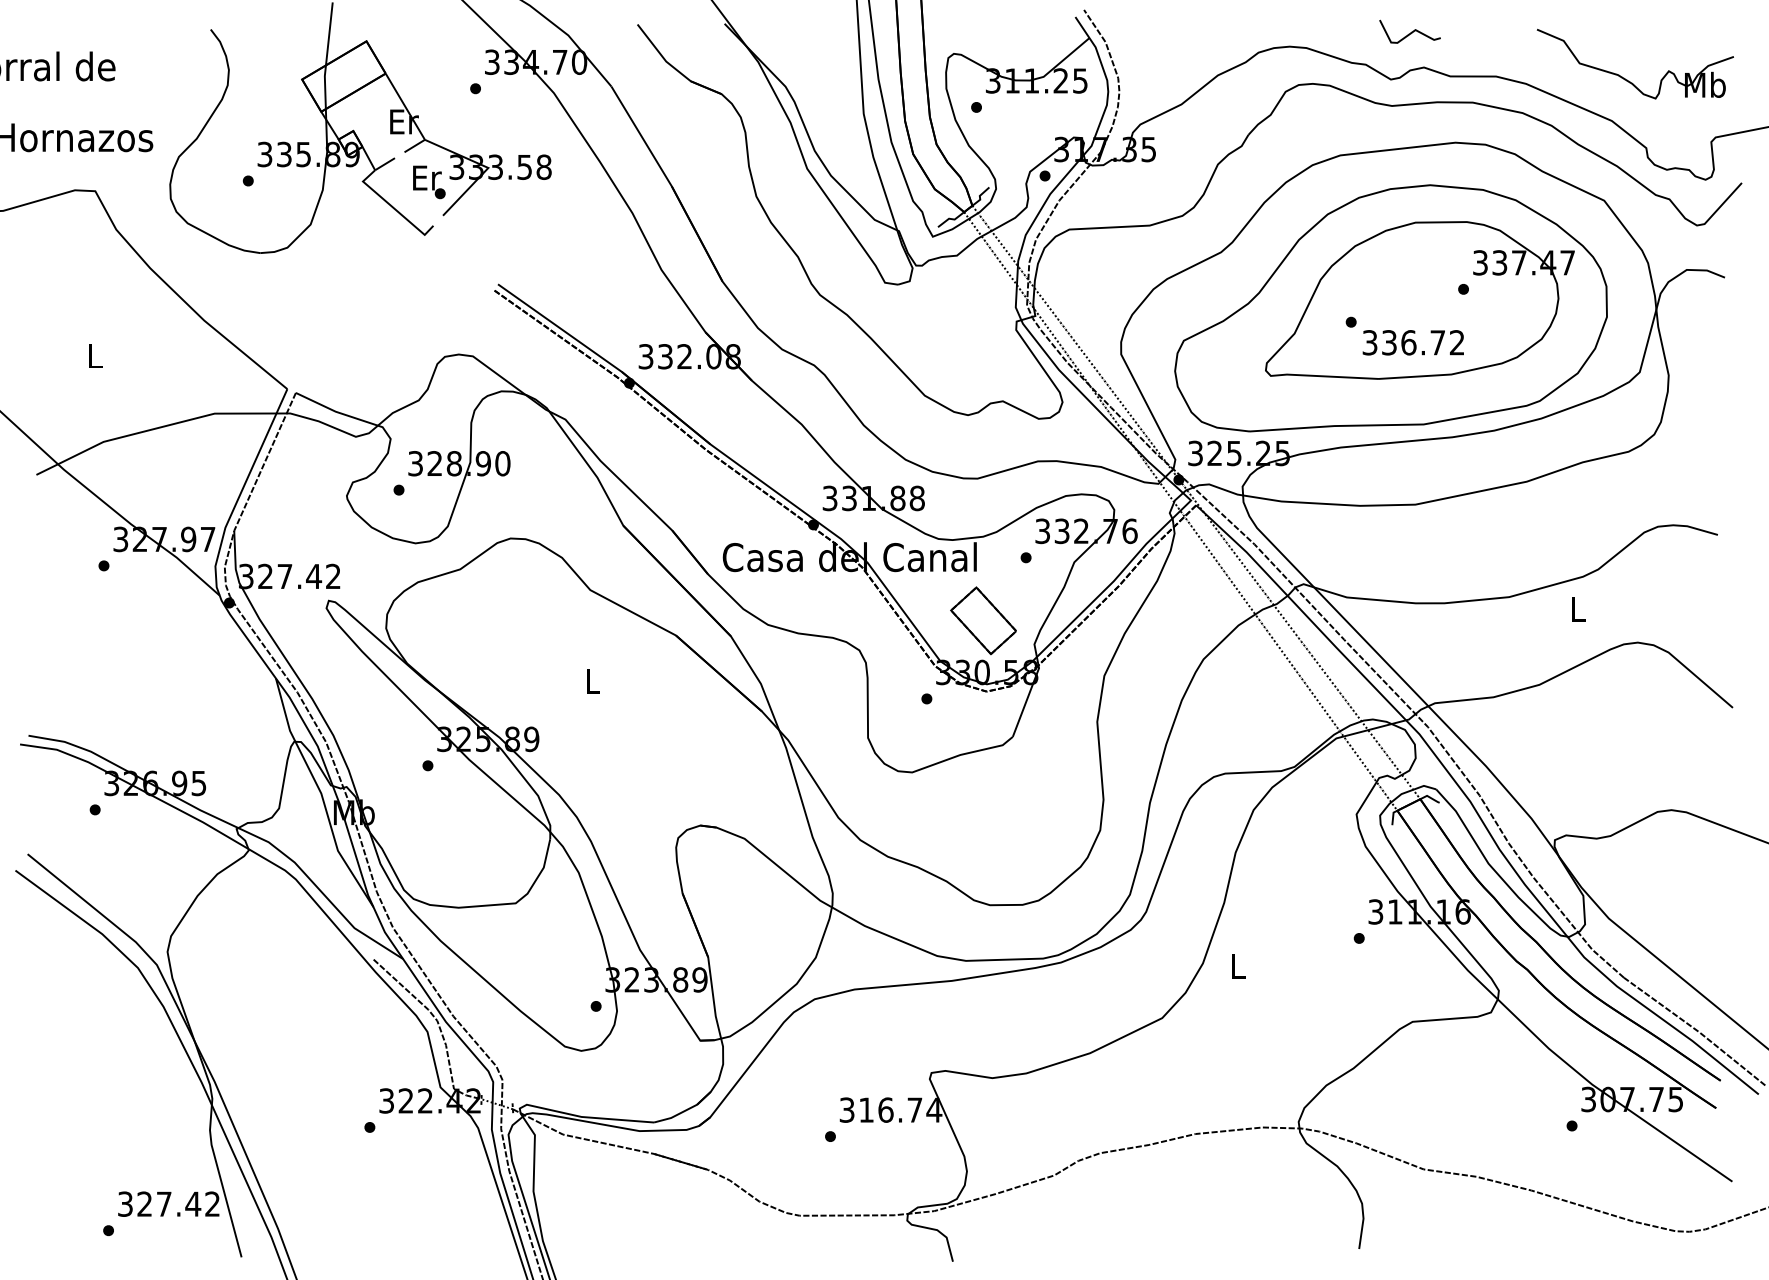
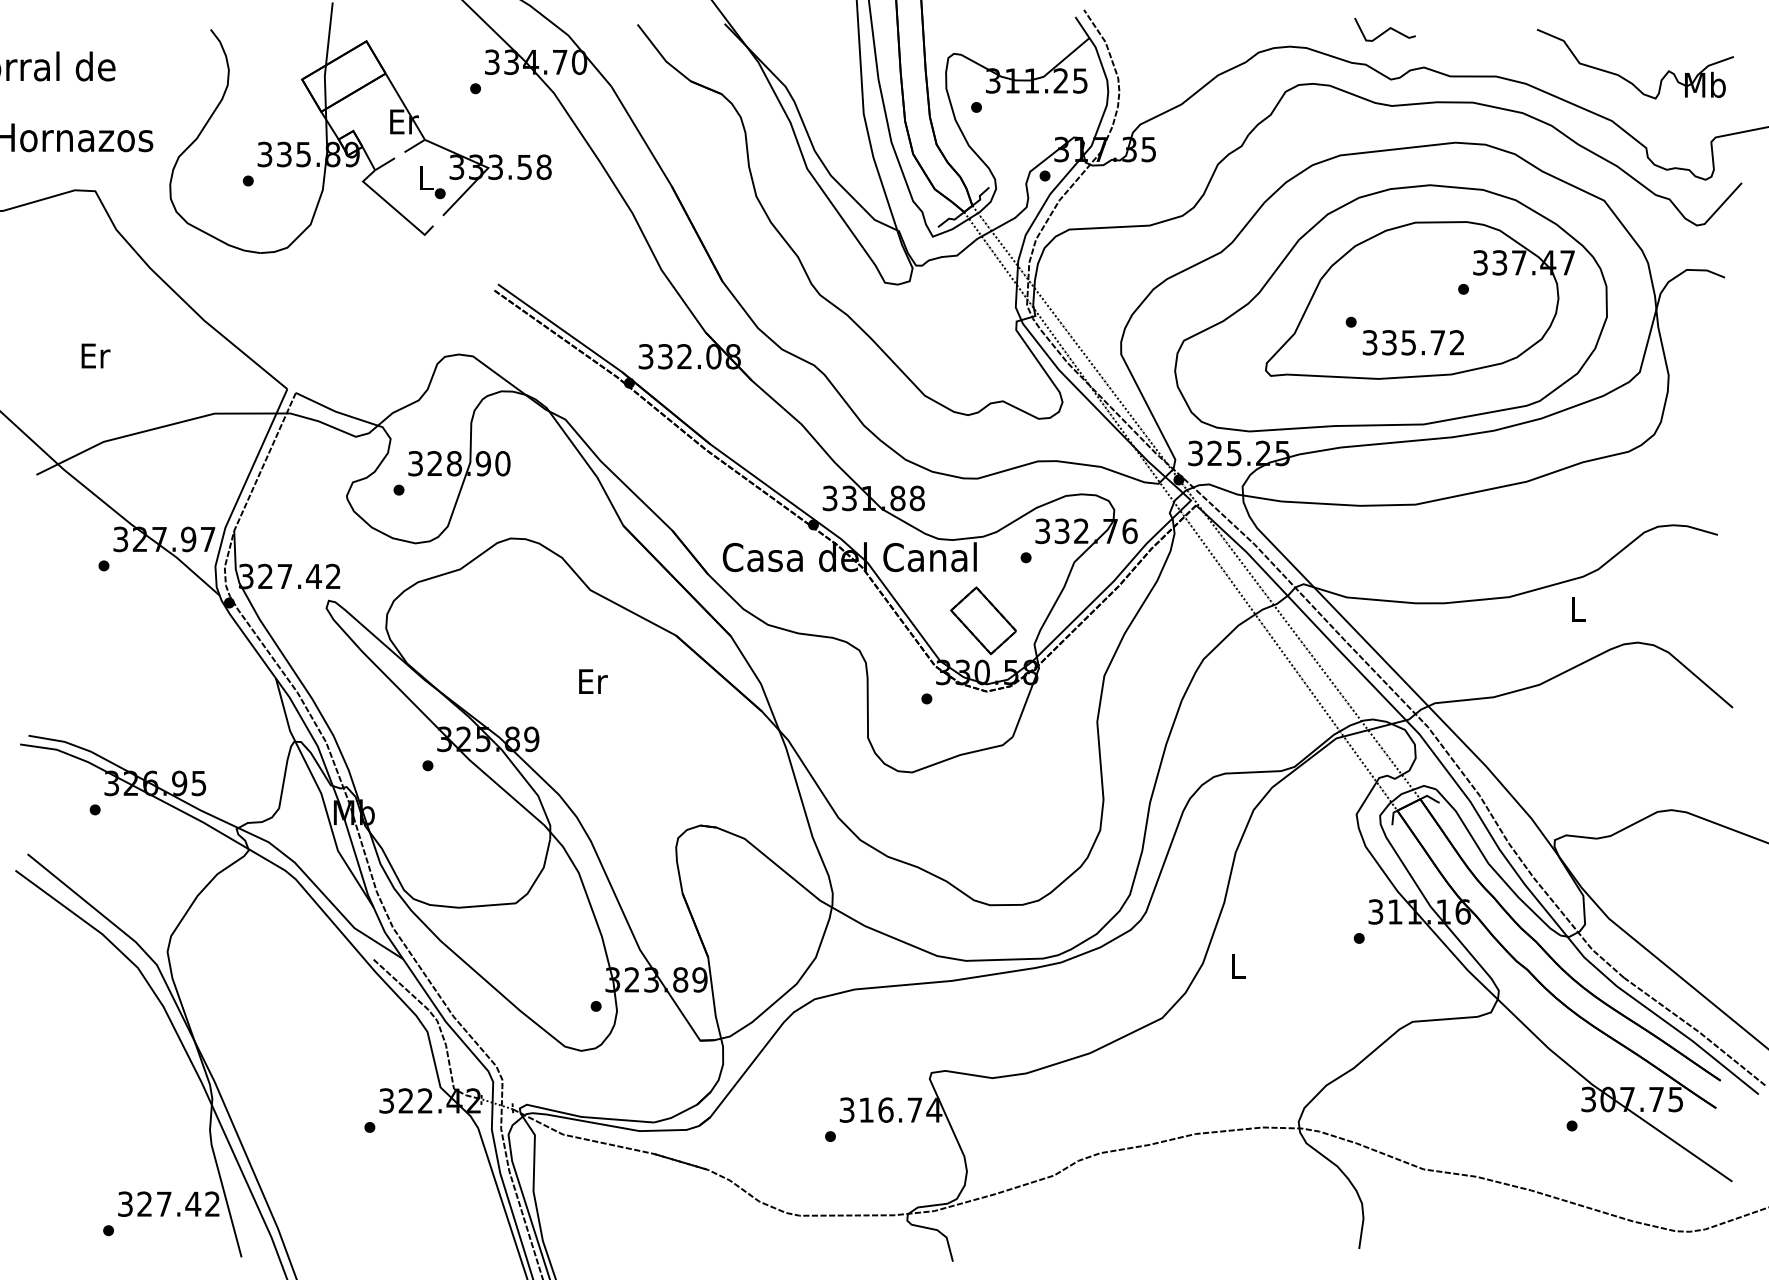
curve at (1410, 32) position: (1410, 32) -> (1385, 30)
text at (427, 177): Er -> L
text at (1408, 342): 336.72 -> 335.72
text at (95, 355): L -> Er
text at (593, 681): L -> Er
